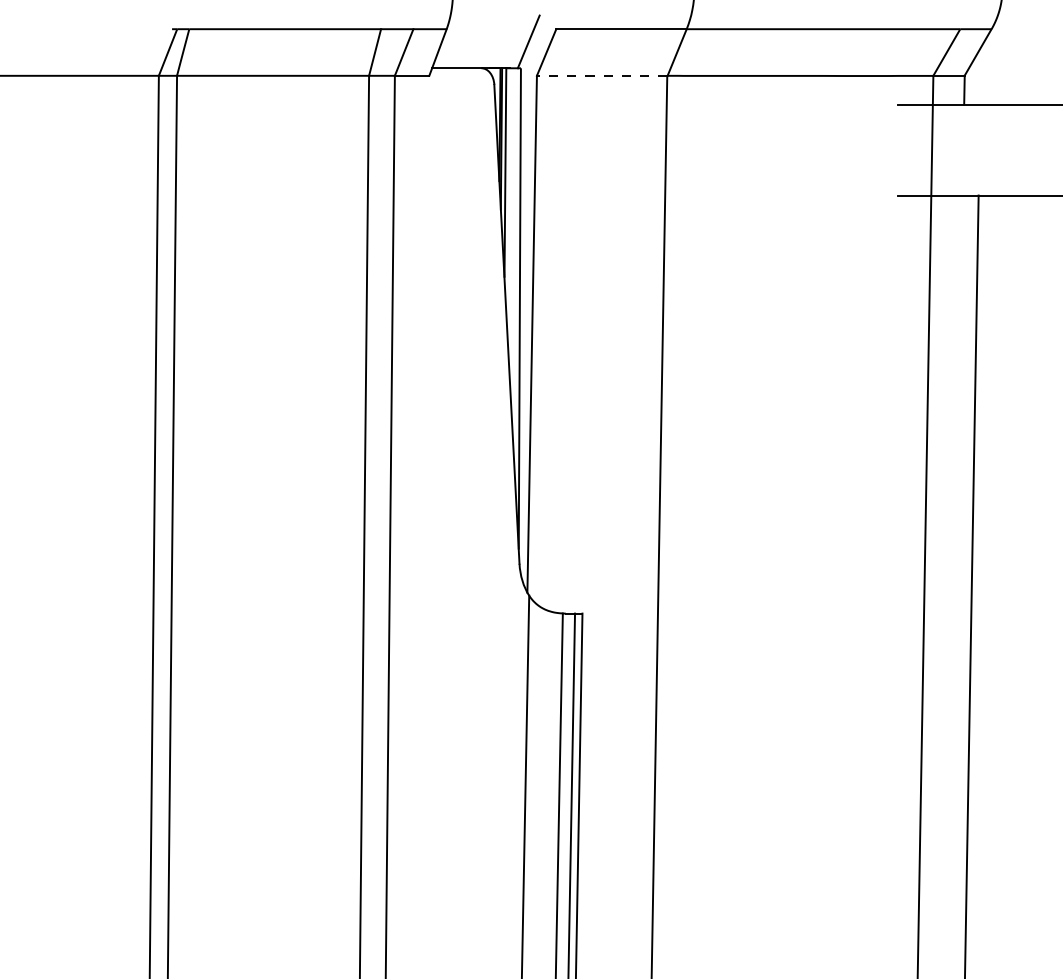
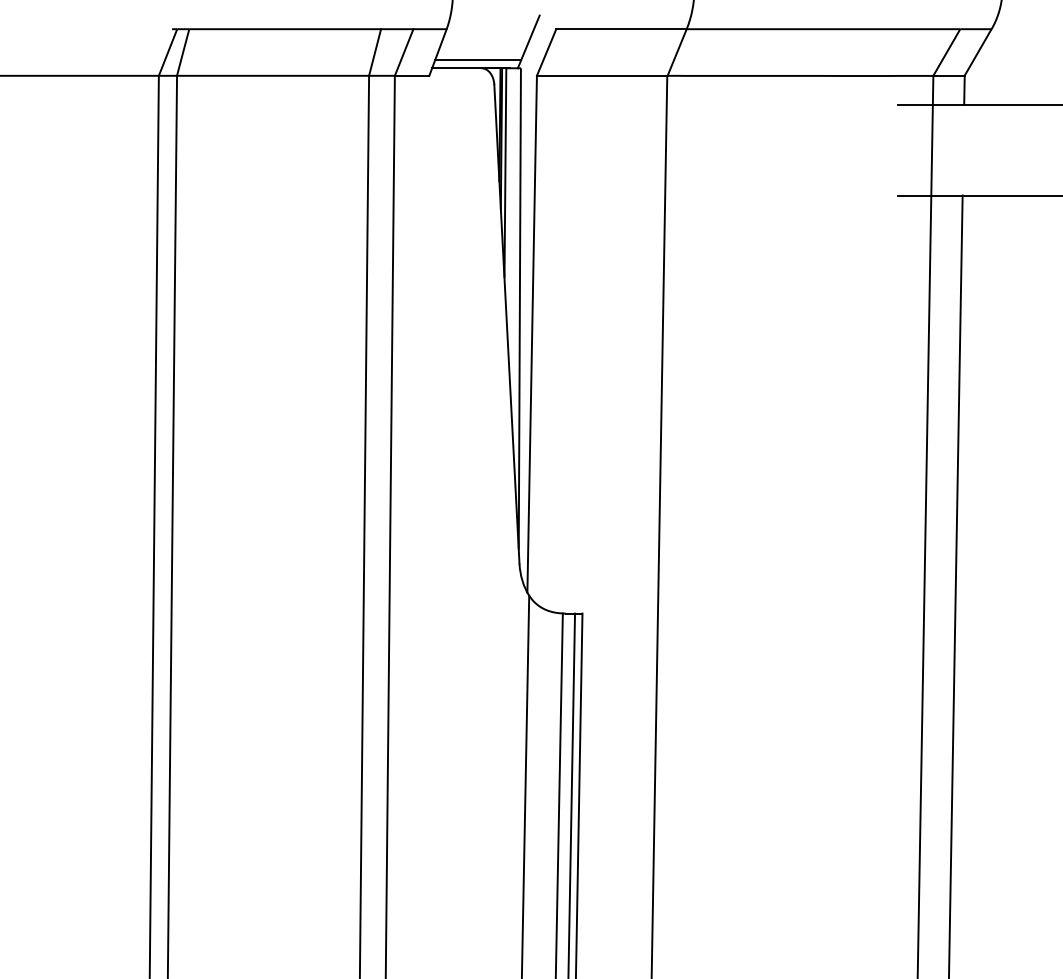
line at (478, 59): none -> present
line at (601, 75): dashed -> solid
line at (971, 585) position: (971, 585) -> (955, 585)
